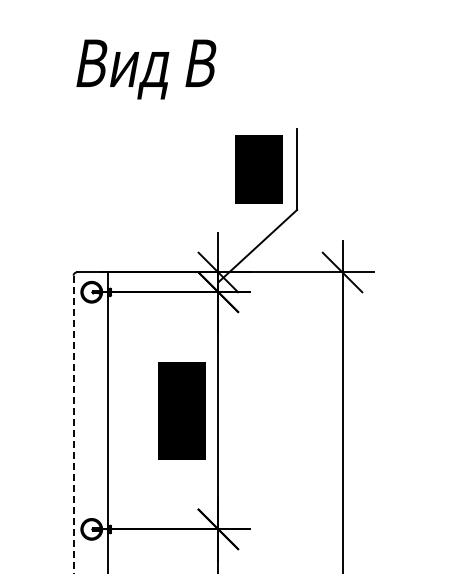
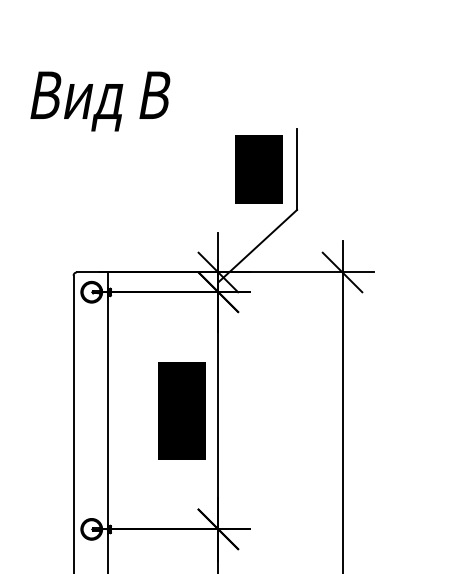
text at (146, 69) position: (146, 69) -> (100, 101)
line at (73, 424): dashed -> solid
